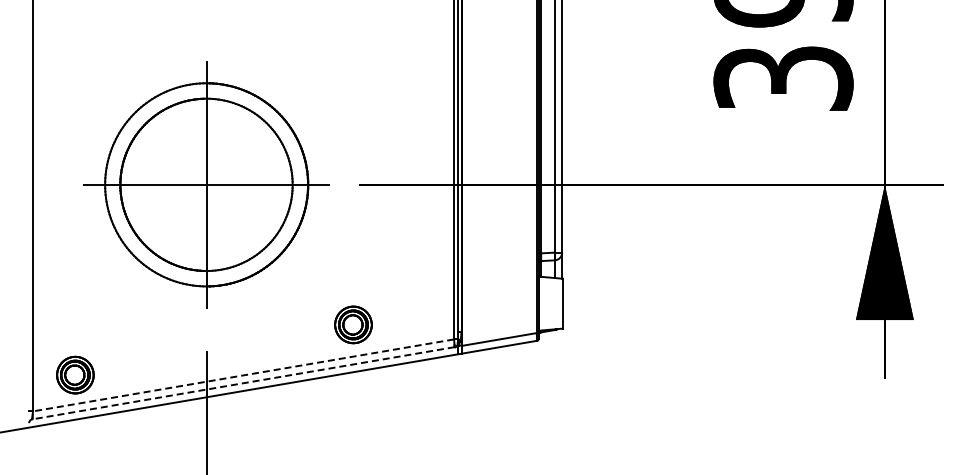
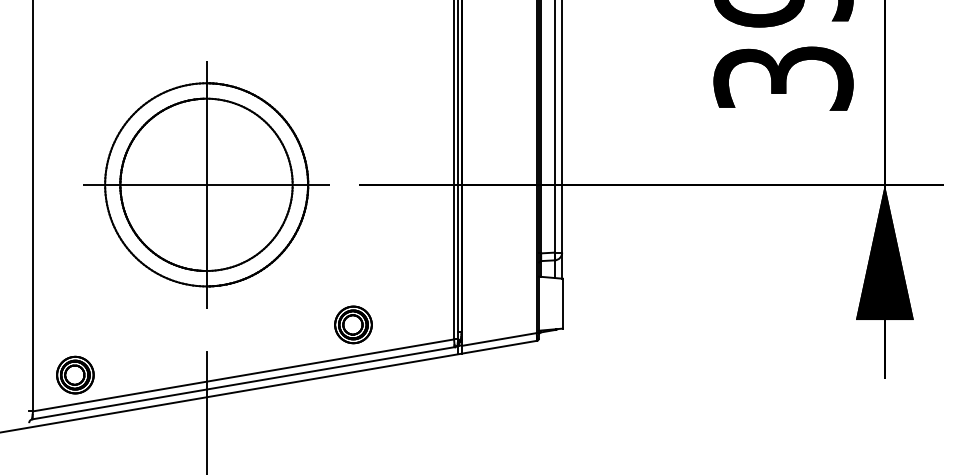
line at (243, 375): dashed -> solid
line at (243, 383): dashed -> solid
